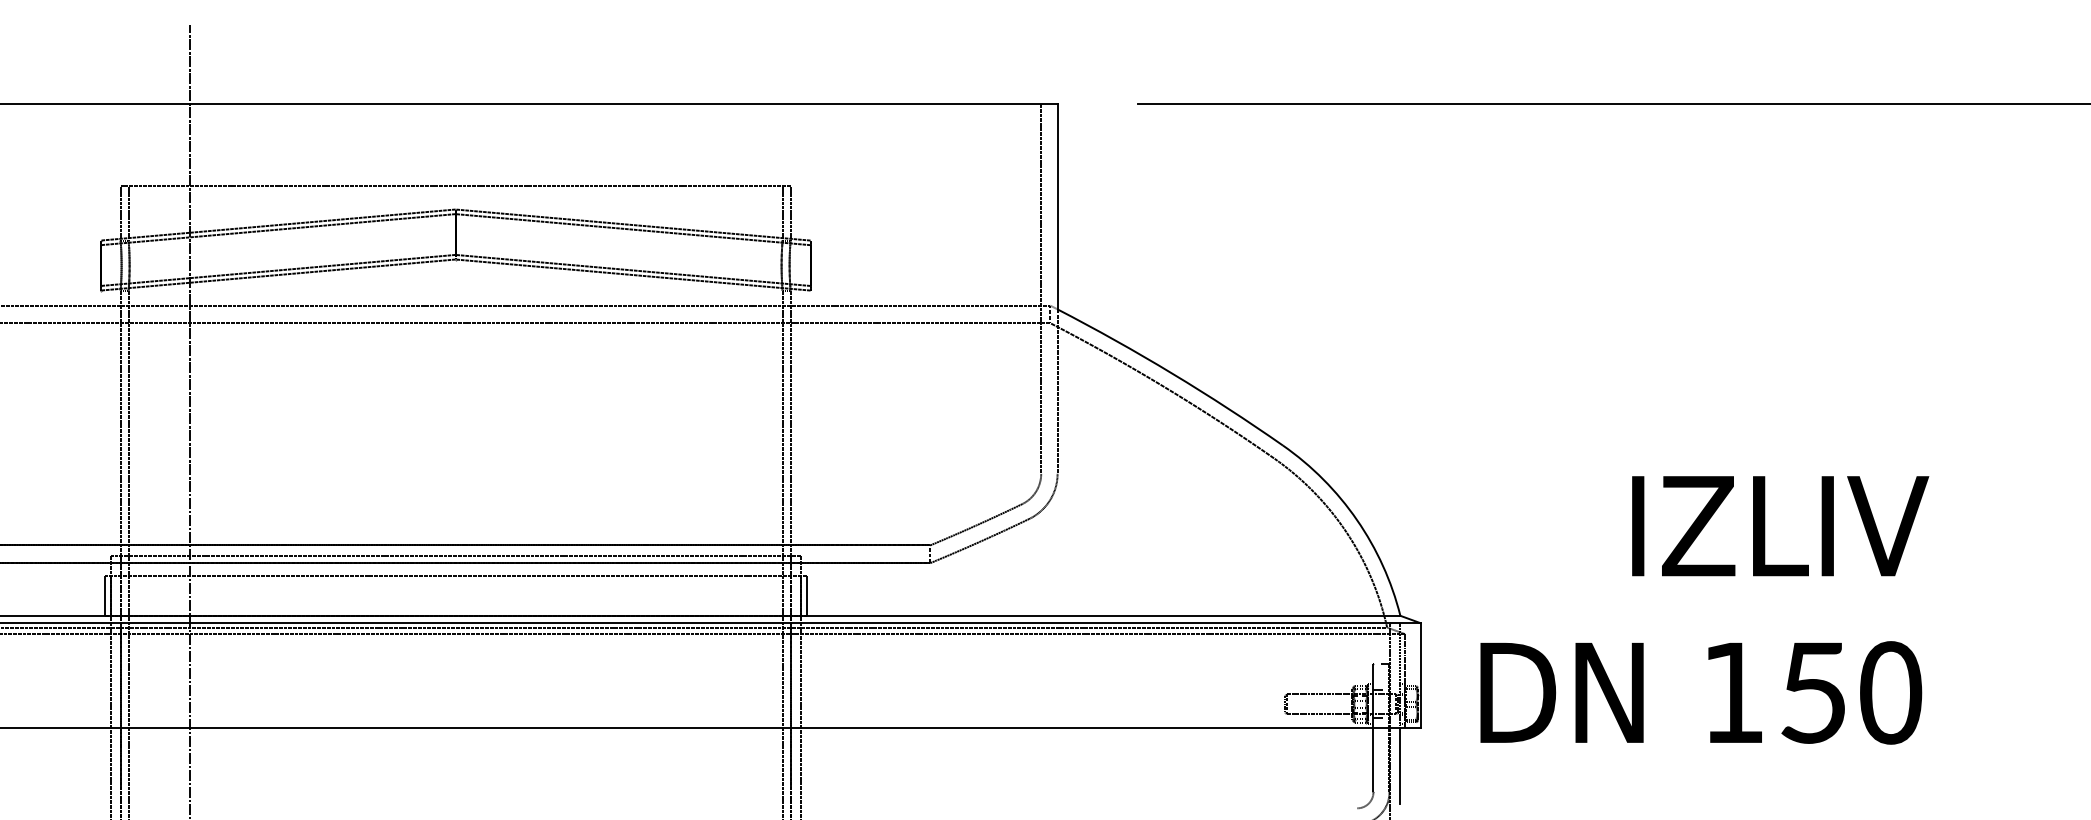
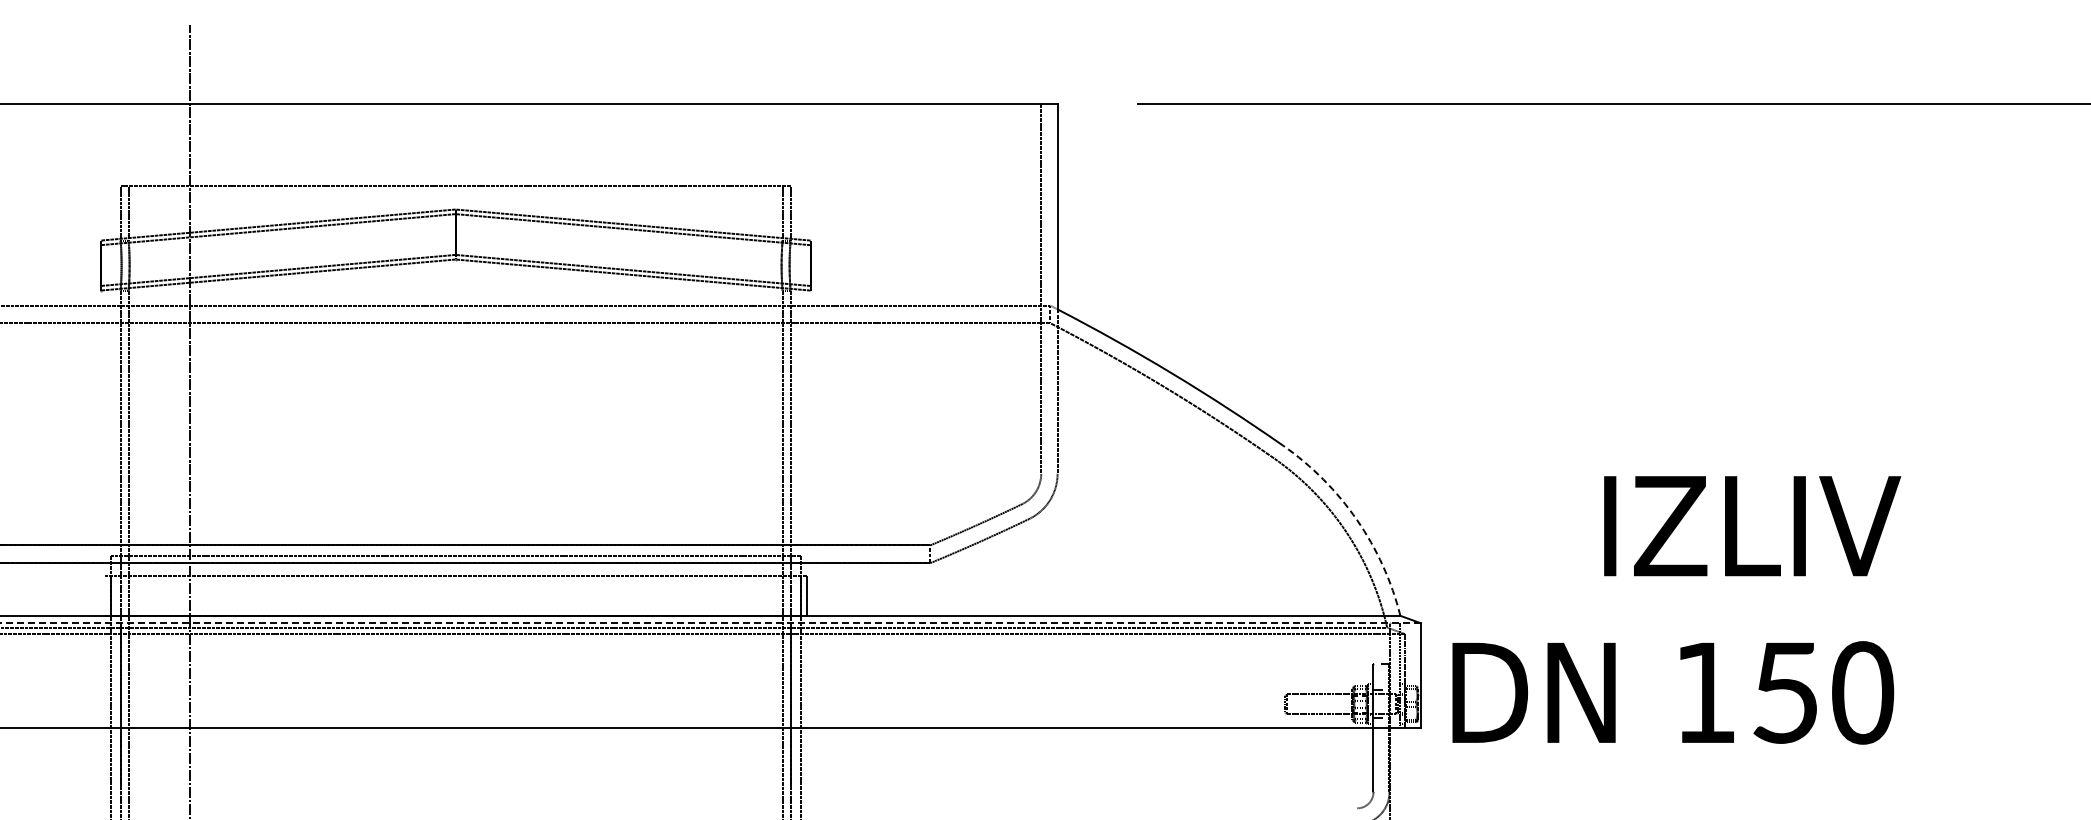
arc at (1357, 520): solid -> dashed
line at (104, 595): present -> none
text at (1704, 610) position: (1704, 610) -> (1676, 610)
line at (710, 623): solid -> dashed
line at (1399, 766): present -> none
